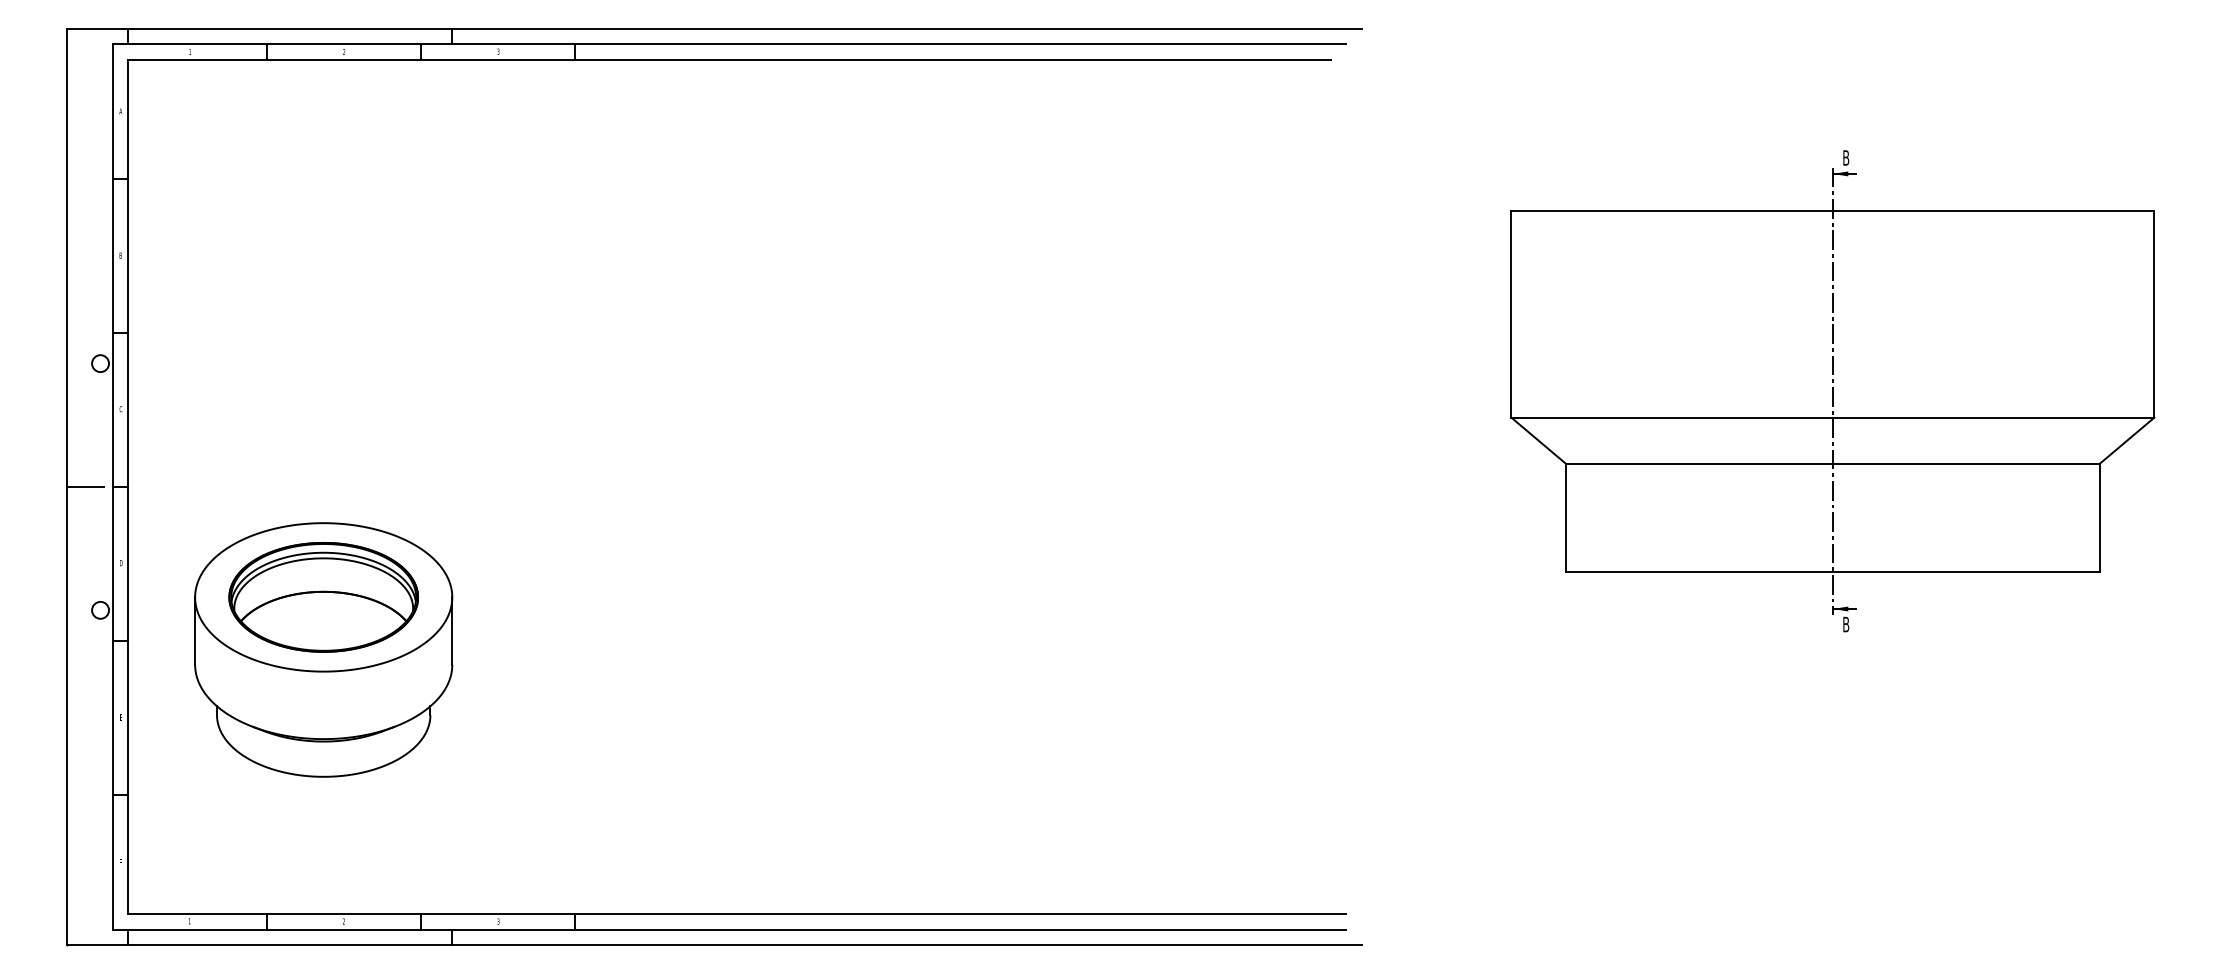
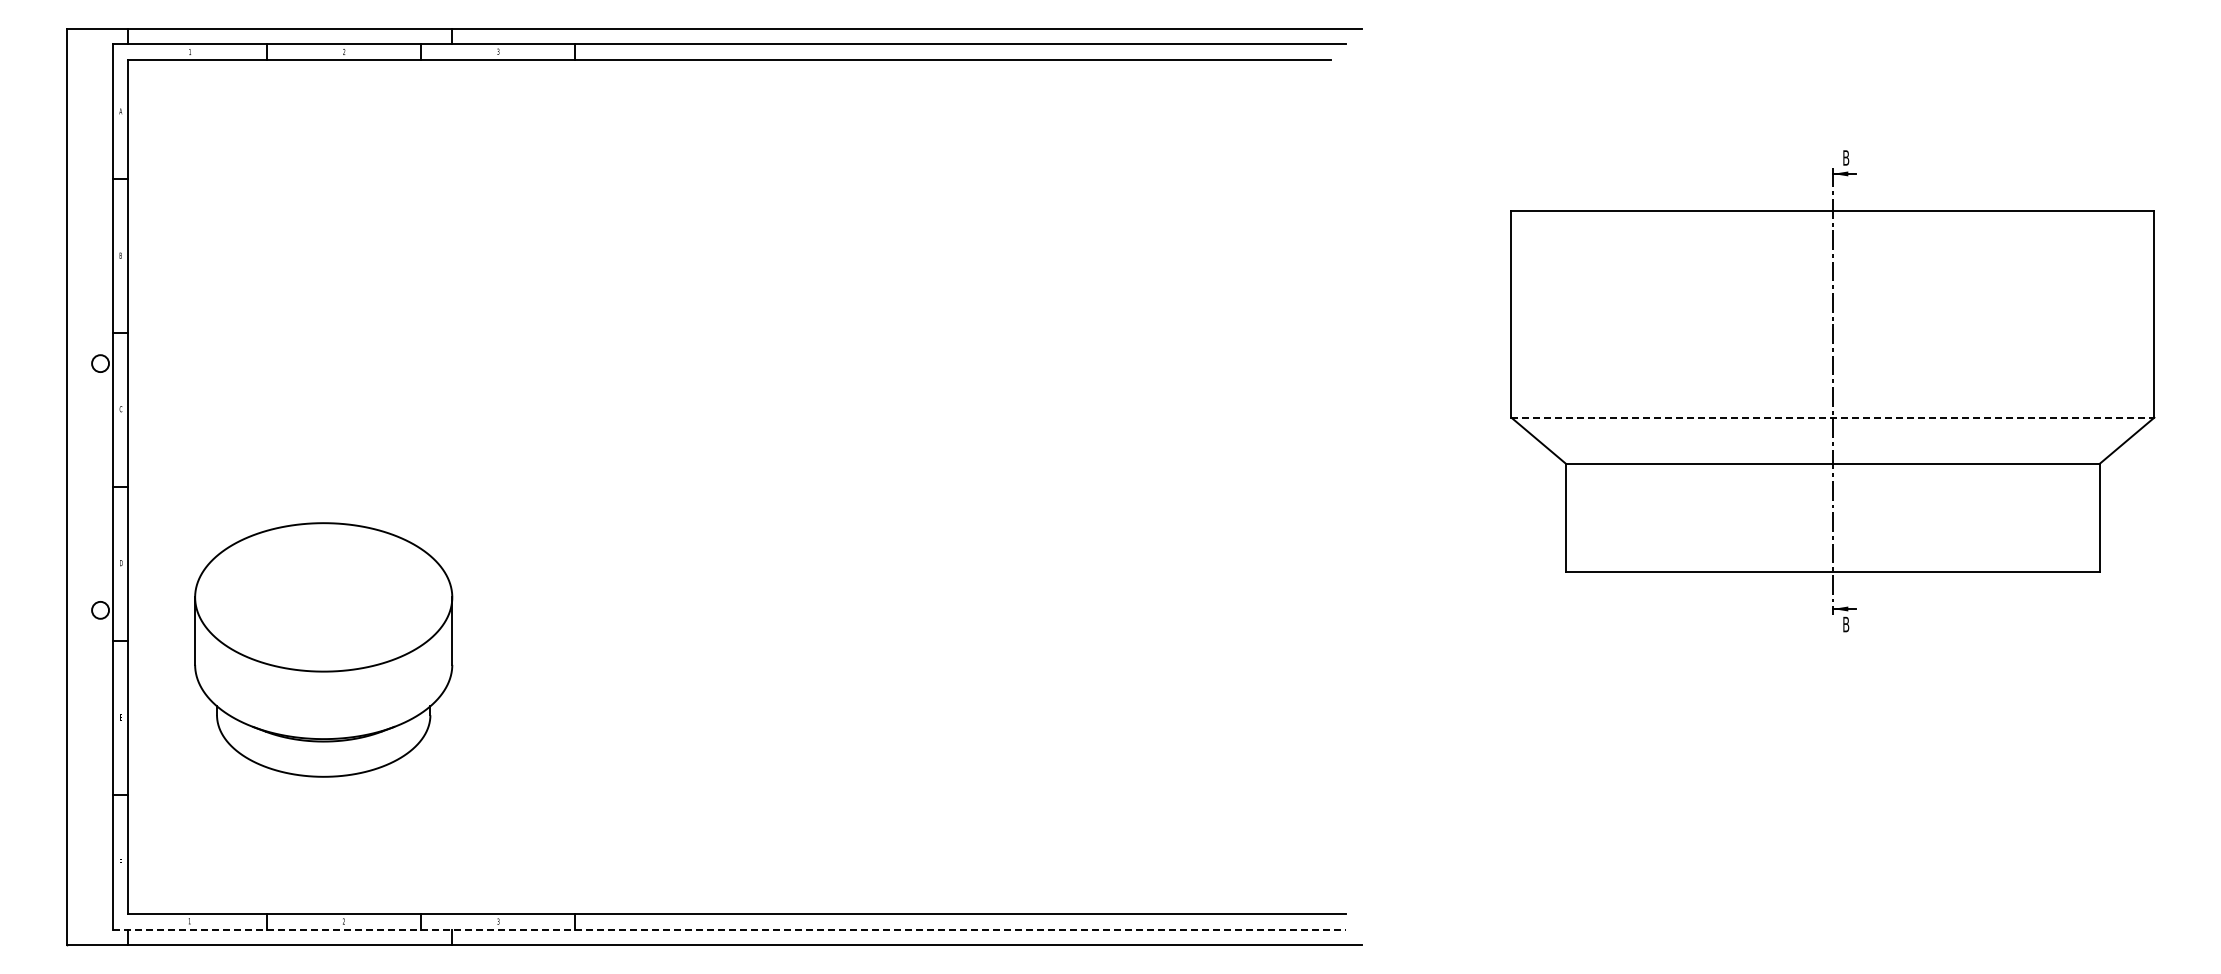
line at (1833, 417): solid -> dashed
line at (84, 487): present -> none
part at (323, 597): present -> none
line at (729, 929): solid -> dashed
